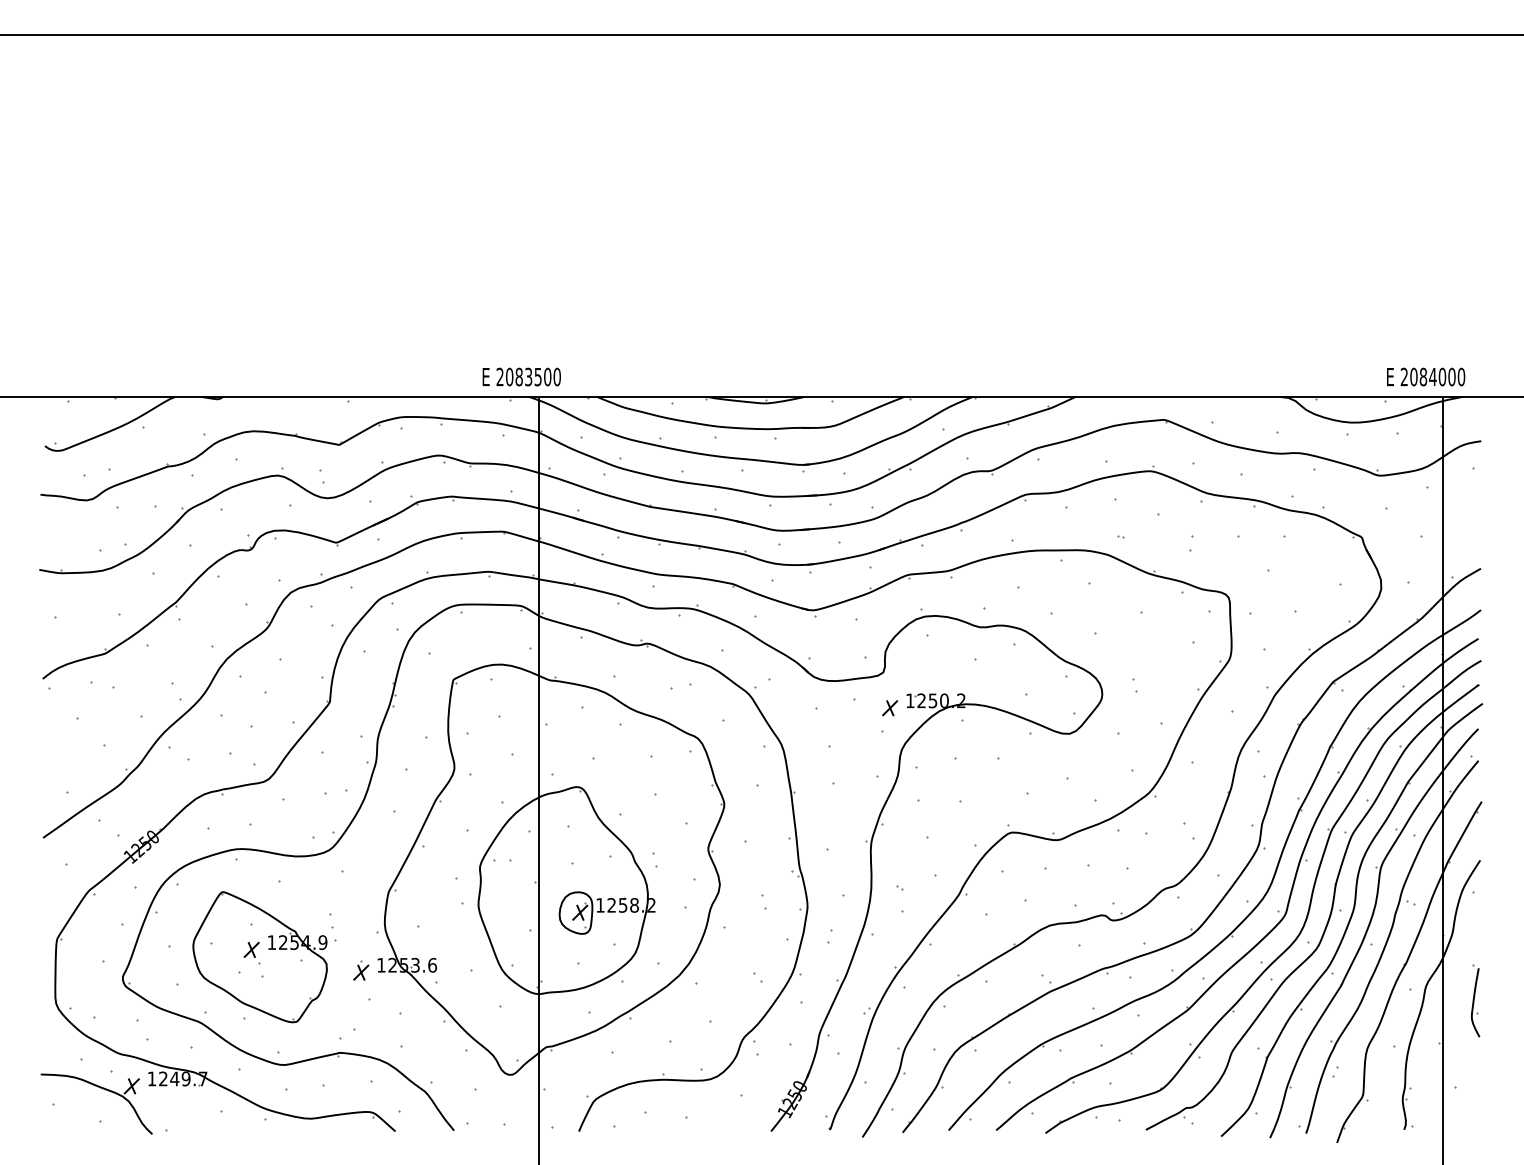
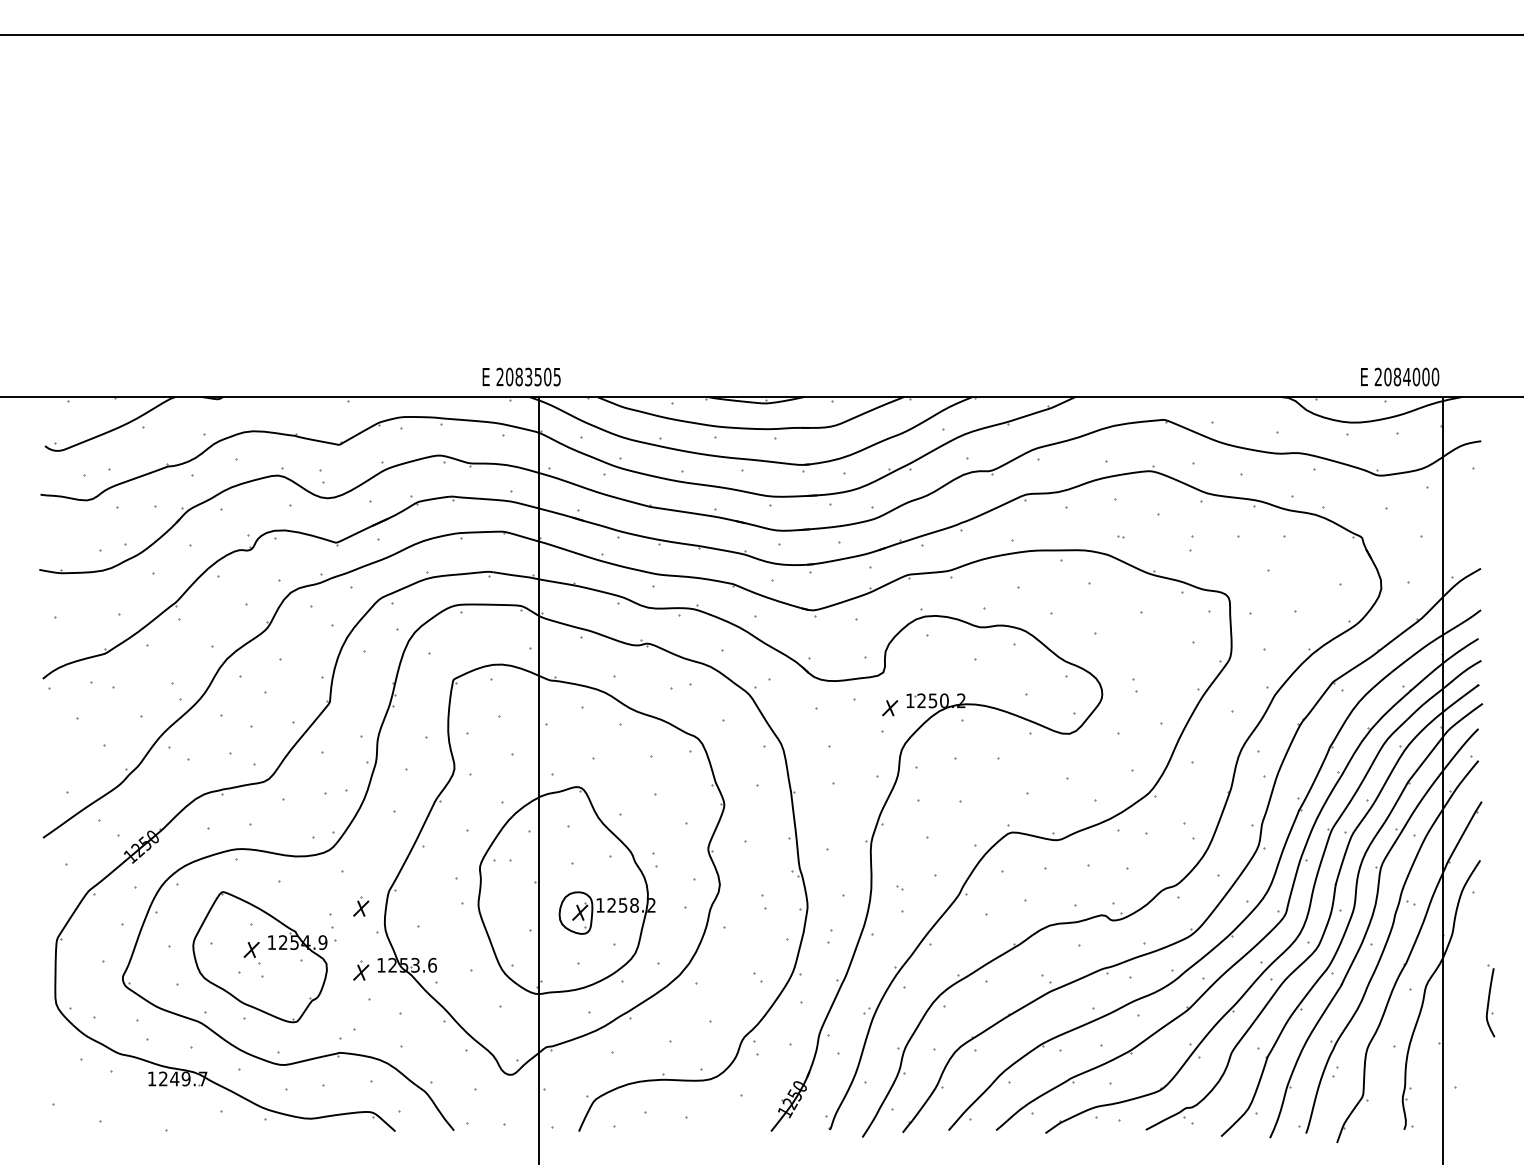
text at (556, 376): 2083500 -> 2083505
text at (1426, 376) position: (1426, 376) -> (1400, 376)
part at (361, 906): none -> present
part at (1475, 1000) position: (1475, 1000) -> (1490, 1000)
part at (100, 1088): present -> none
